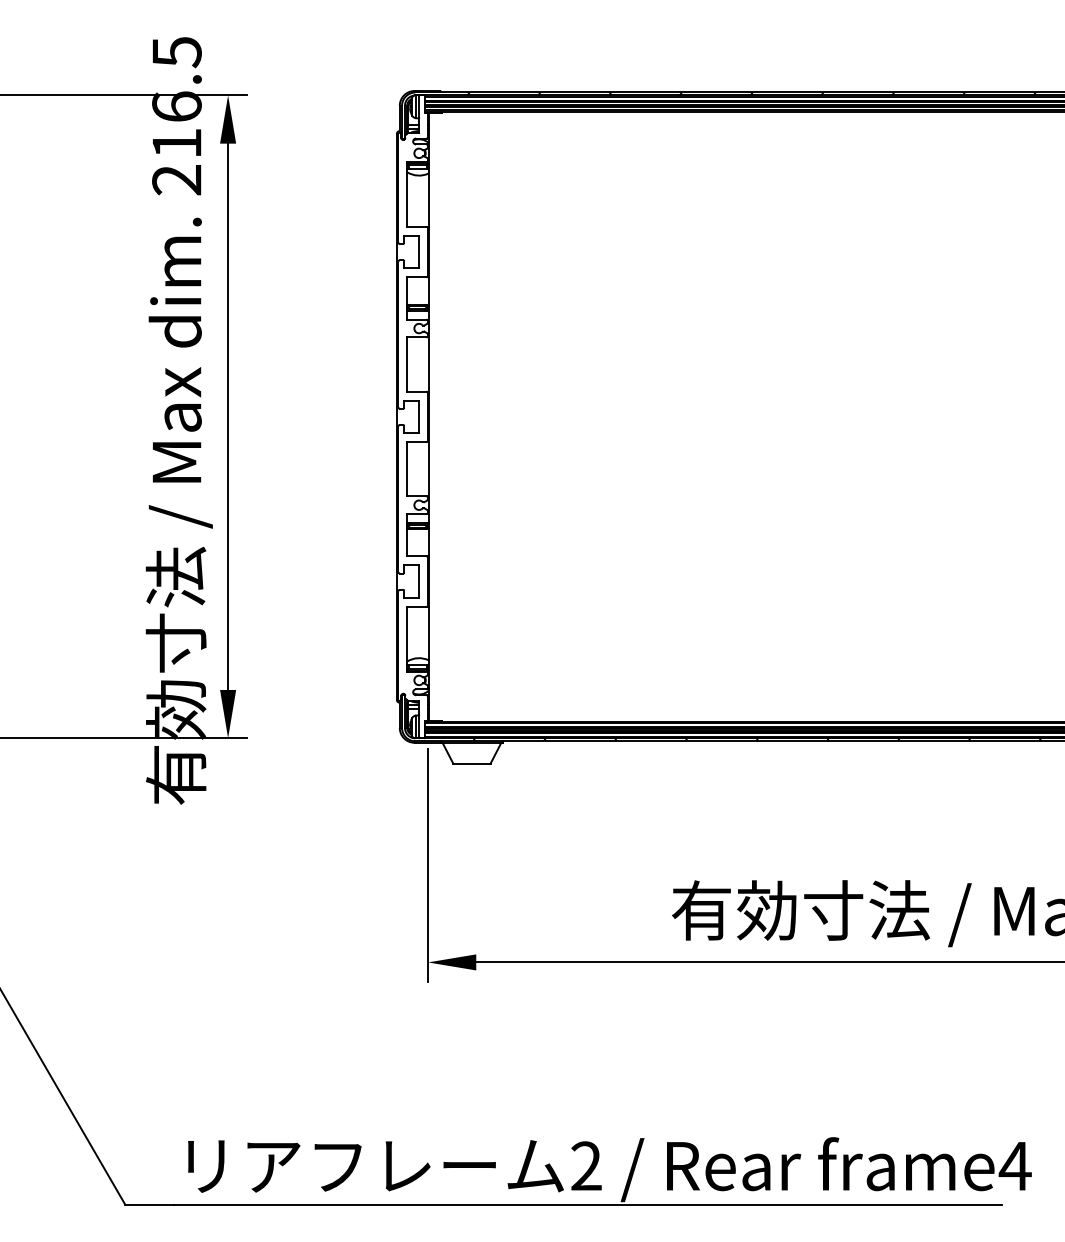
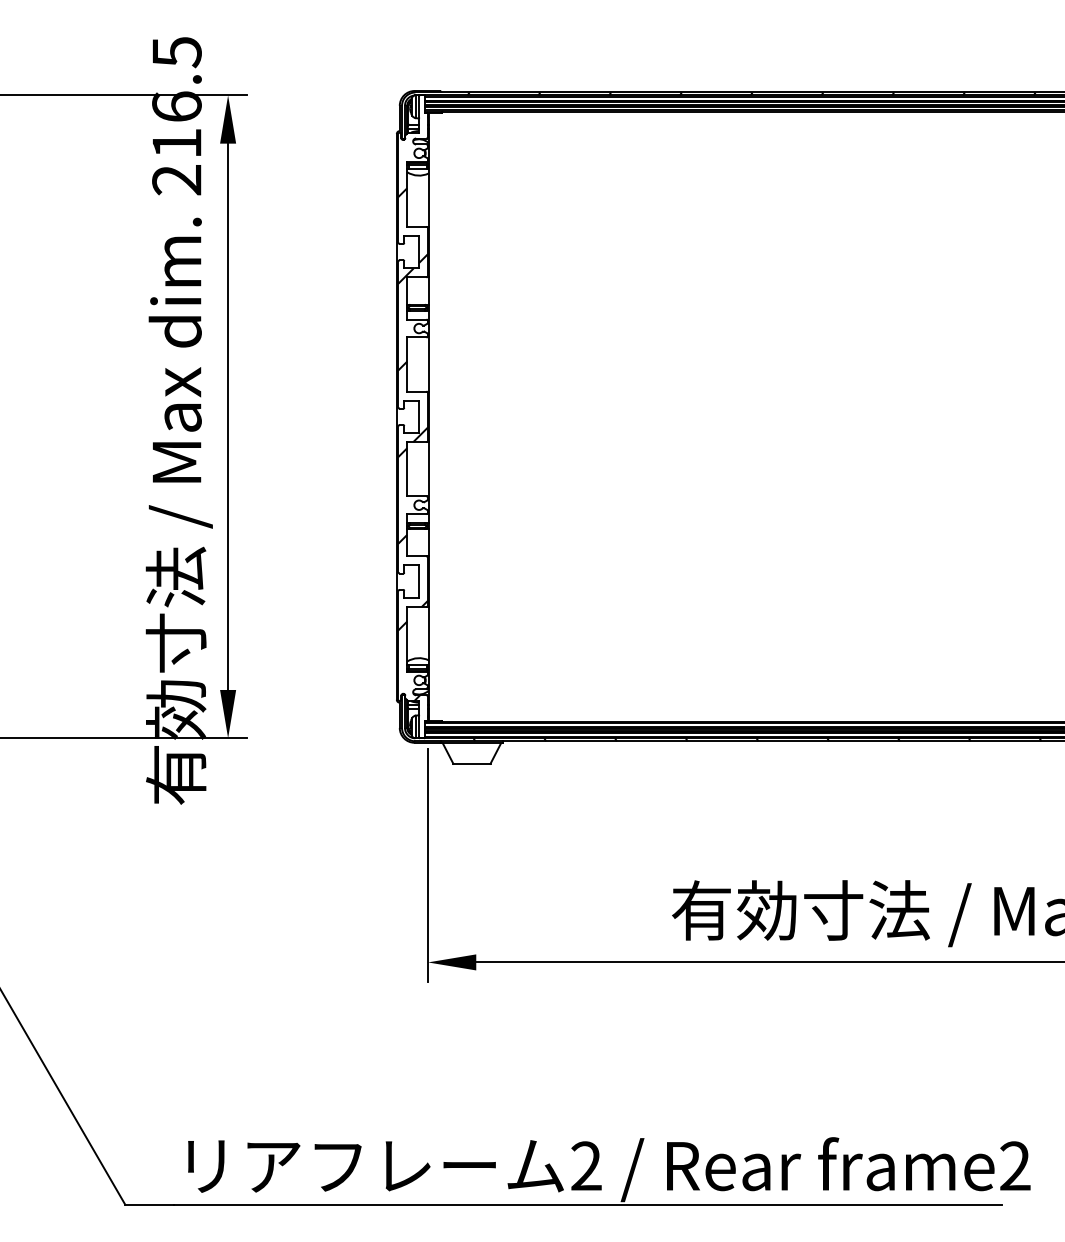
hatch at (413, 444): none -> present
text at (1014, 1165): frame4 -> frame2
